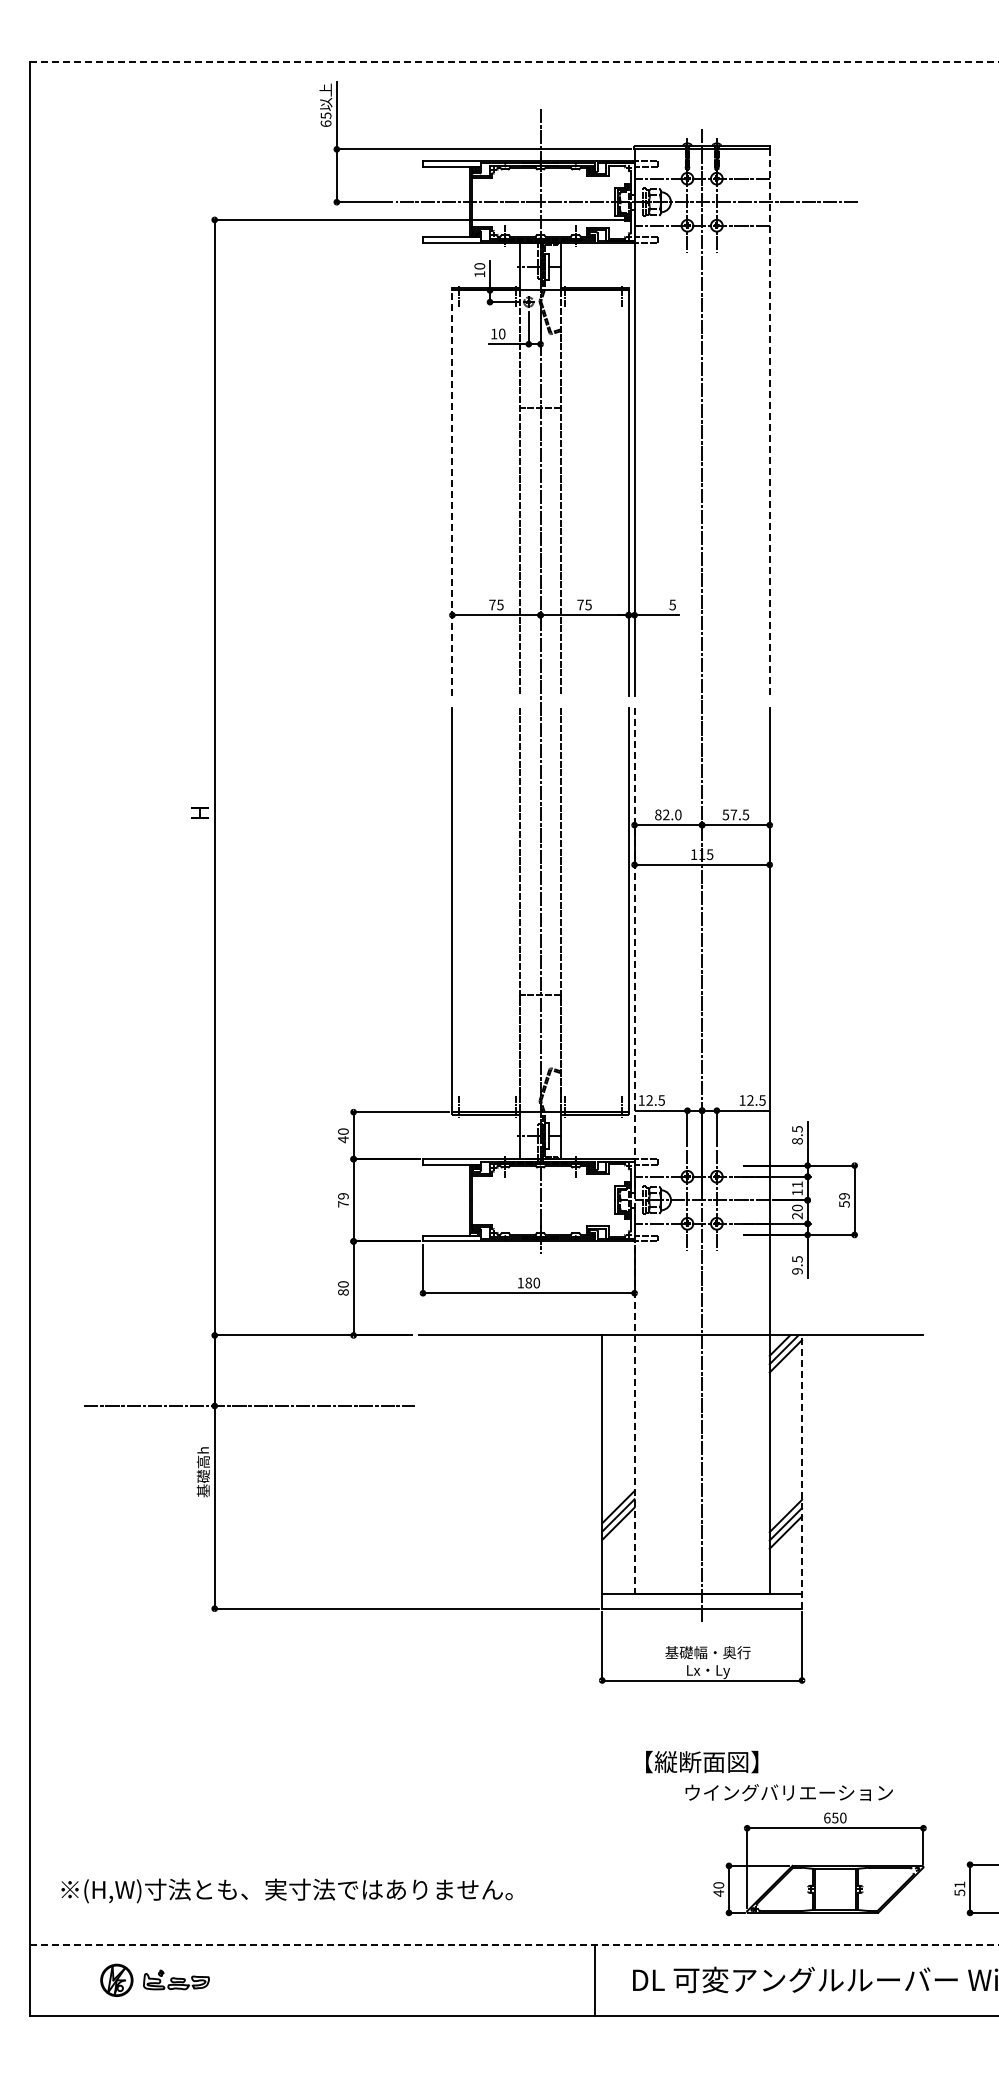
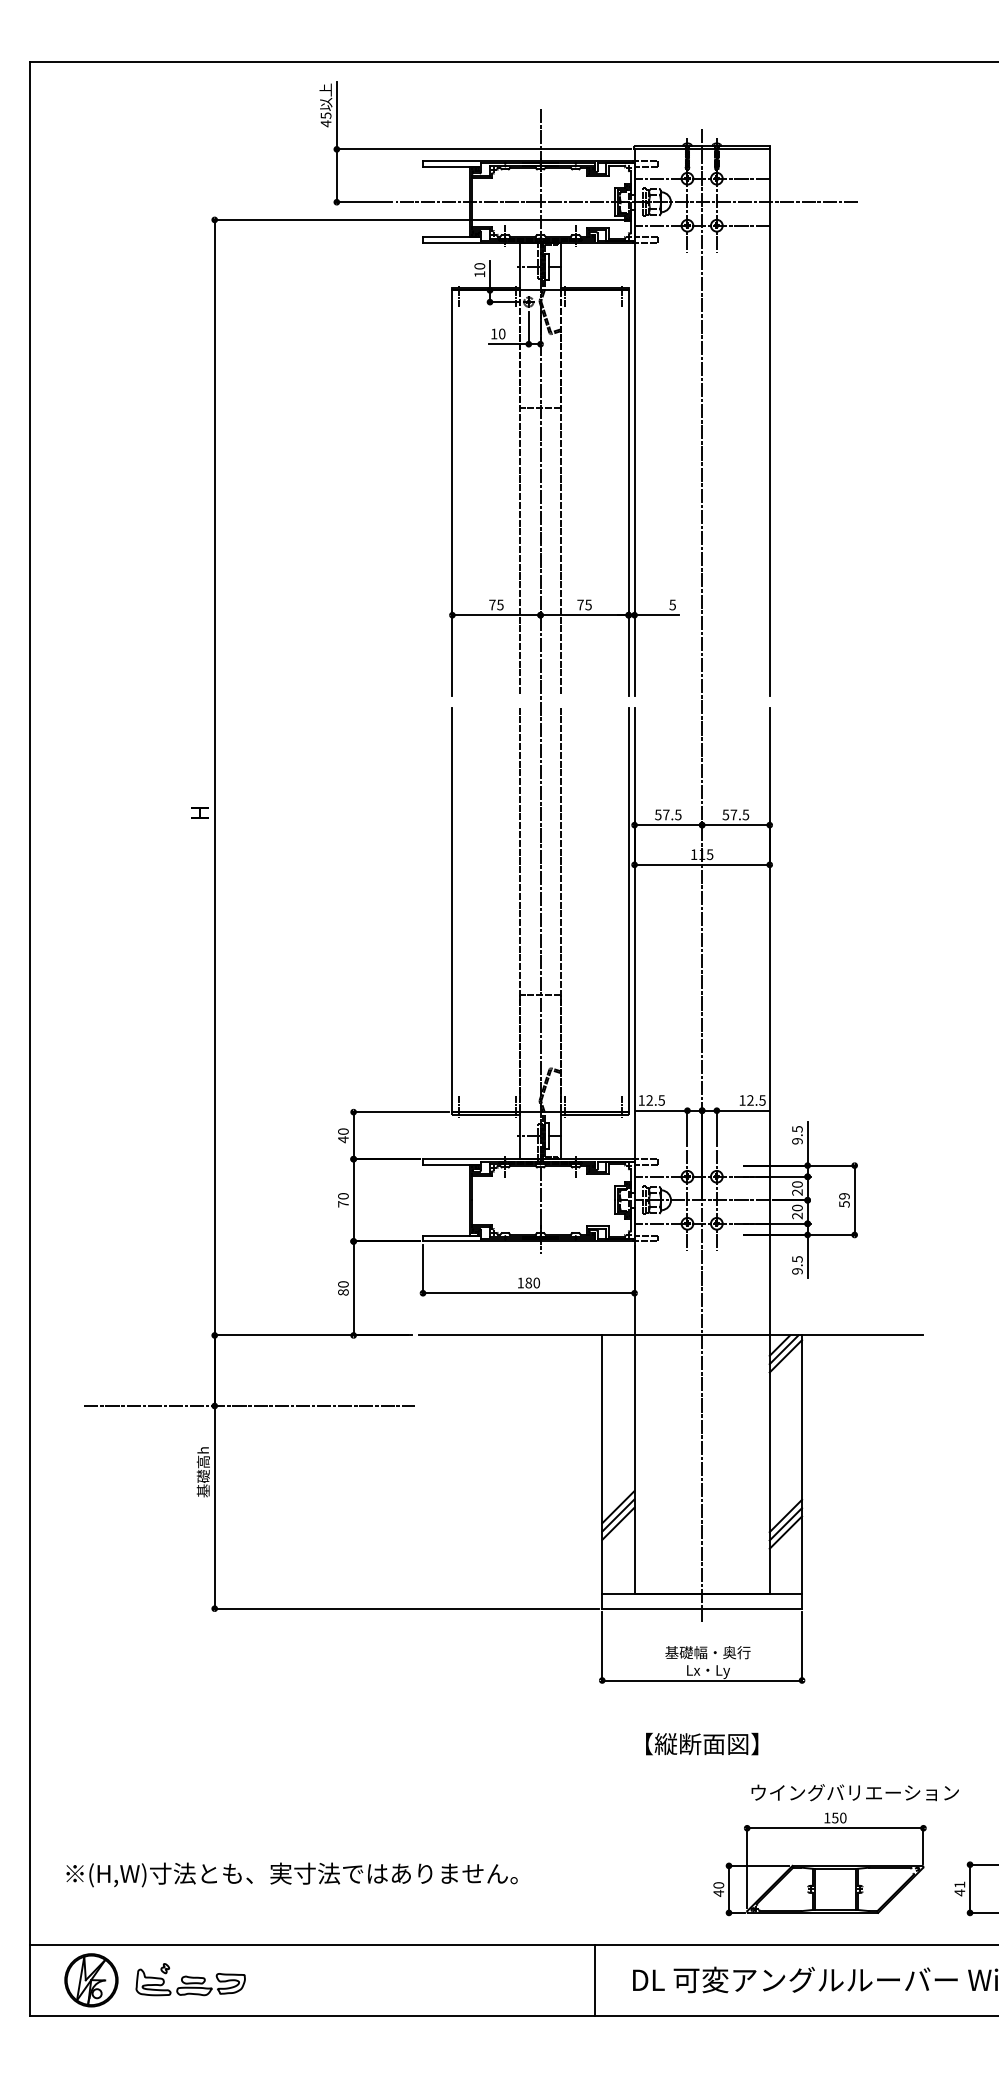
line at (514, 62): dashed -> solid
text at (325, 123): 65 -> 45
line at (769, 423): dashed -> solid
line at (452, 493): dashed -> solid
text at (668, 814): 82.0 -> 57.5
text at (797, 1141): 8.5 -> 9.5
line at (634, 1151): dashed -> solid
text at (797, 1188): 11 -> 20
text at (343, 1196): 79 -> 70
line at (802, 1472): dashed -> solid
text at (702, 1761) position: (702, 1761) -> (702, 1743)
text at (788, 1792) position: (788, 1792) -> (854, 1792)
text at (827, 1817): 650 -> 150
text at (286, 1890) position: (286, 1890) -> (291, 1874)
text at (959, 1892): 51 -> 41
line at (514, 1945): dashed -> solid
part at (154, 1979) size: 110x34 px -> 182x55 px
